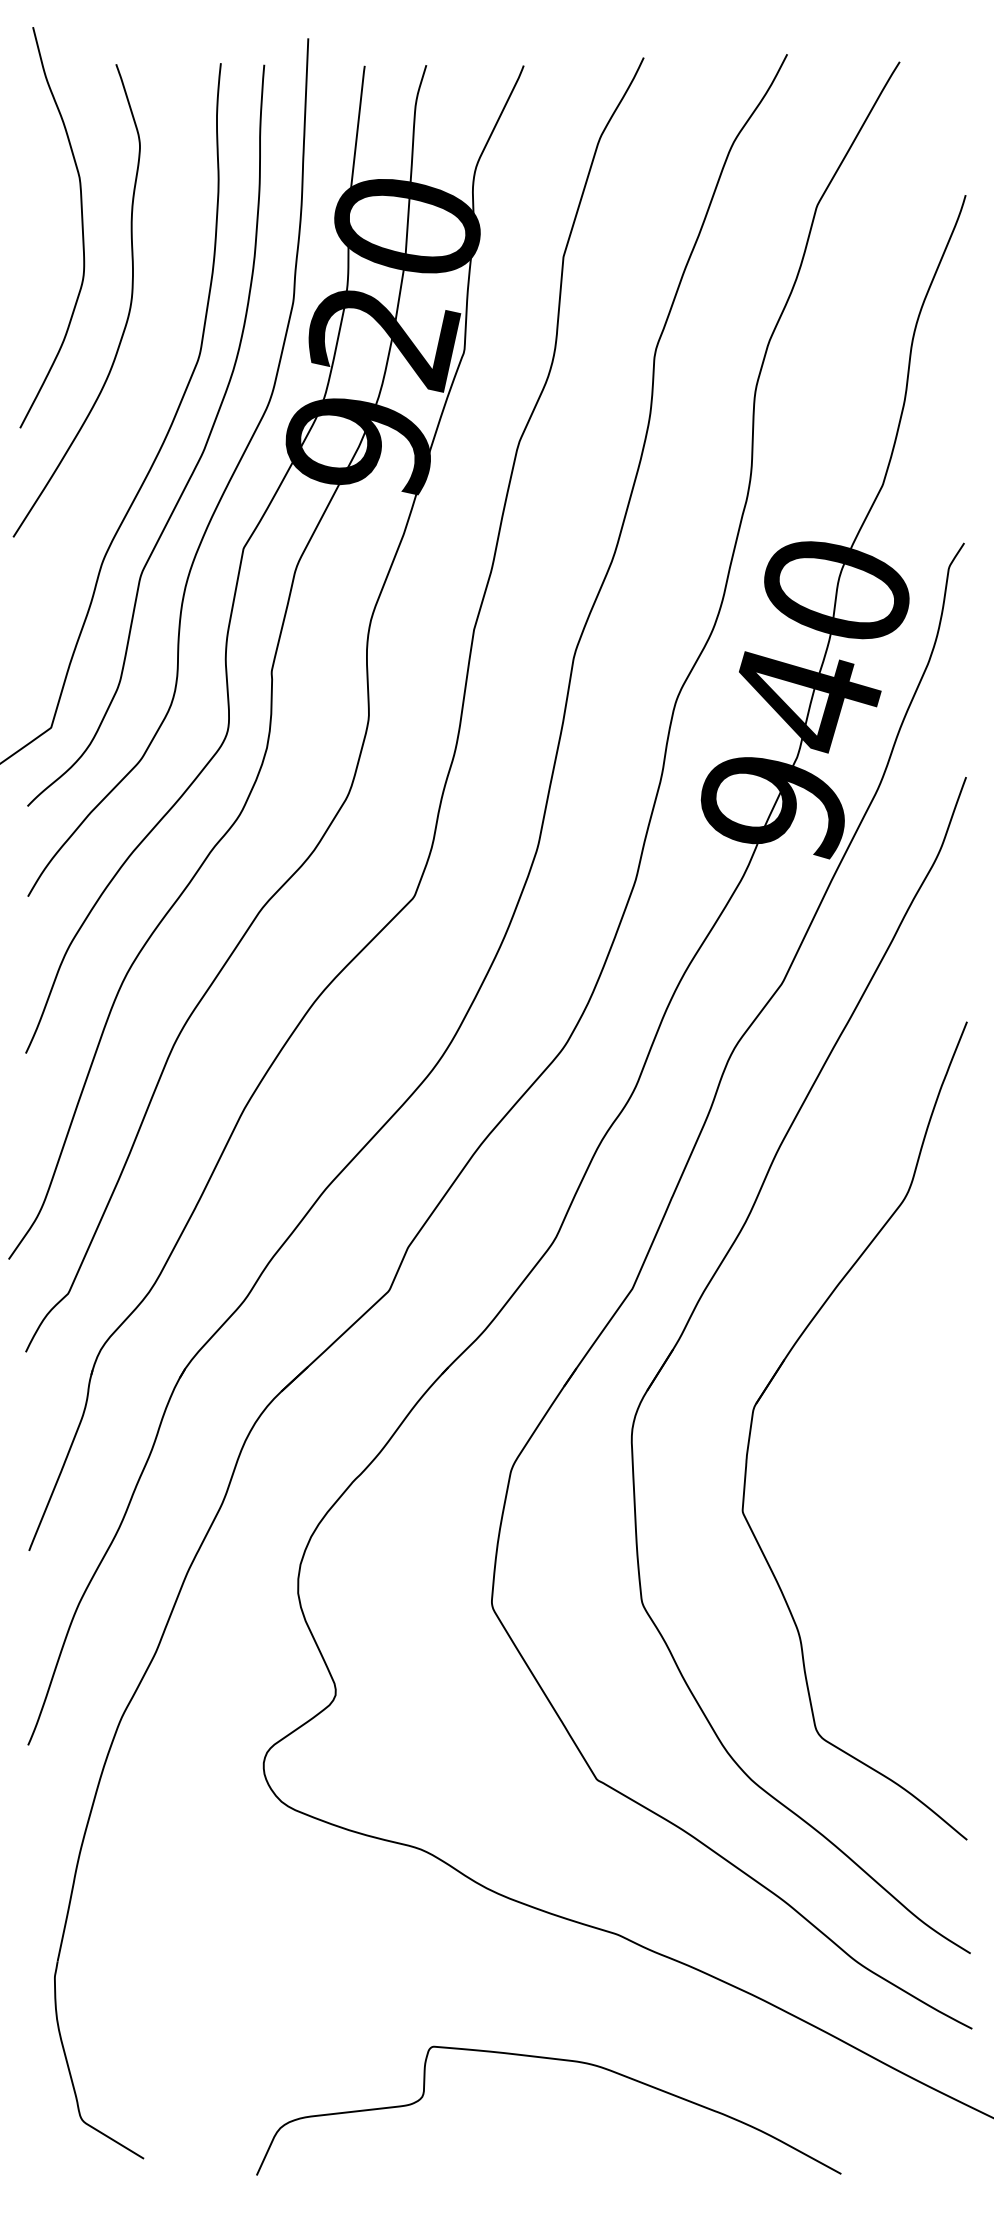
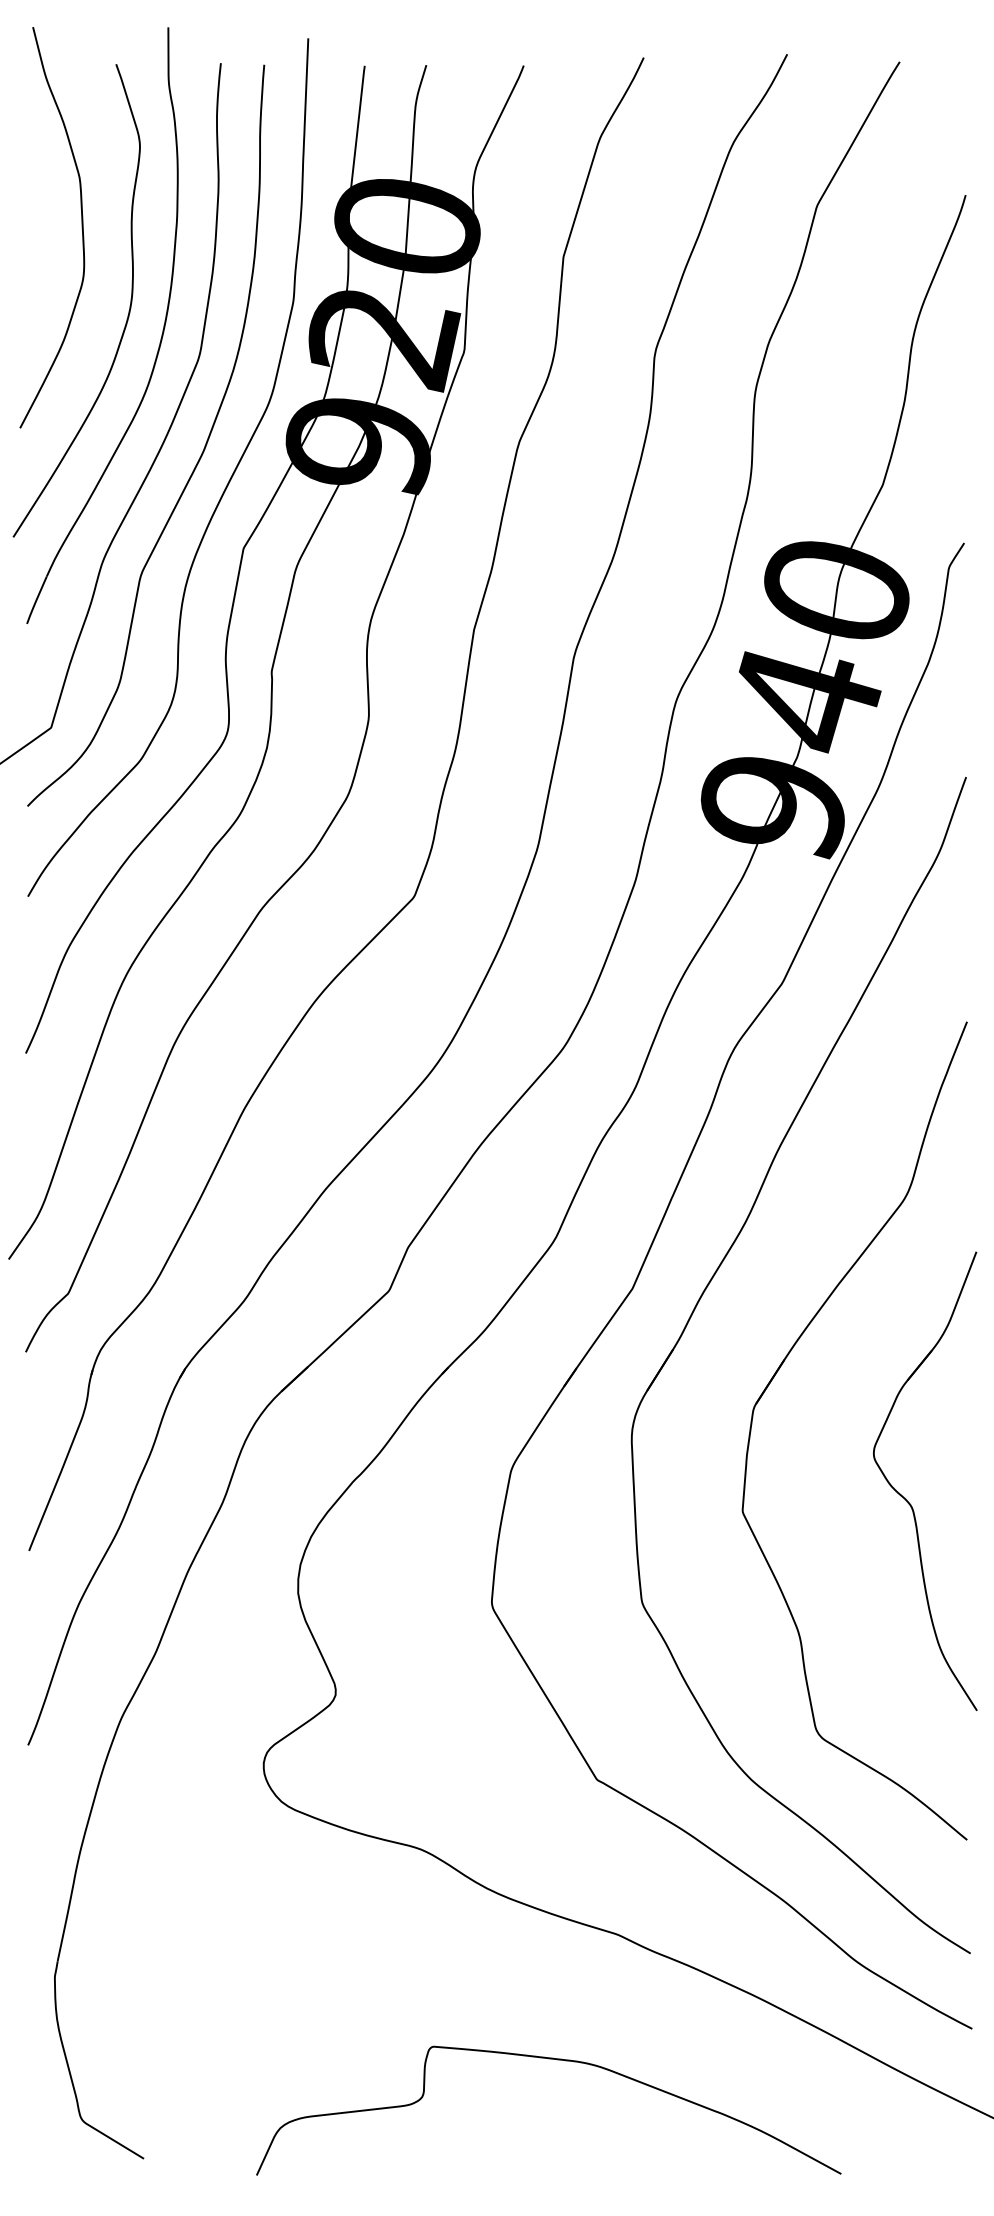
part at (160, 338): none -> present
part at (906, 1499): none -> present
